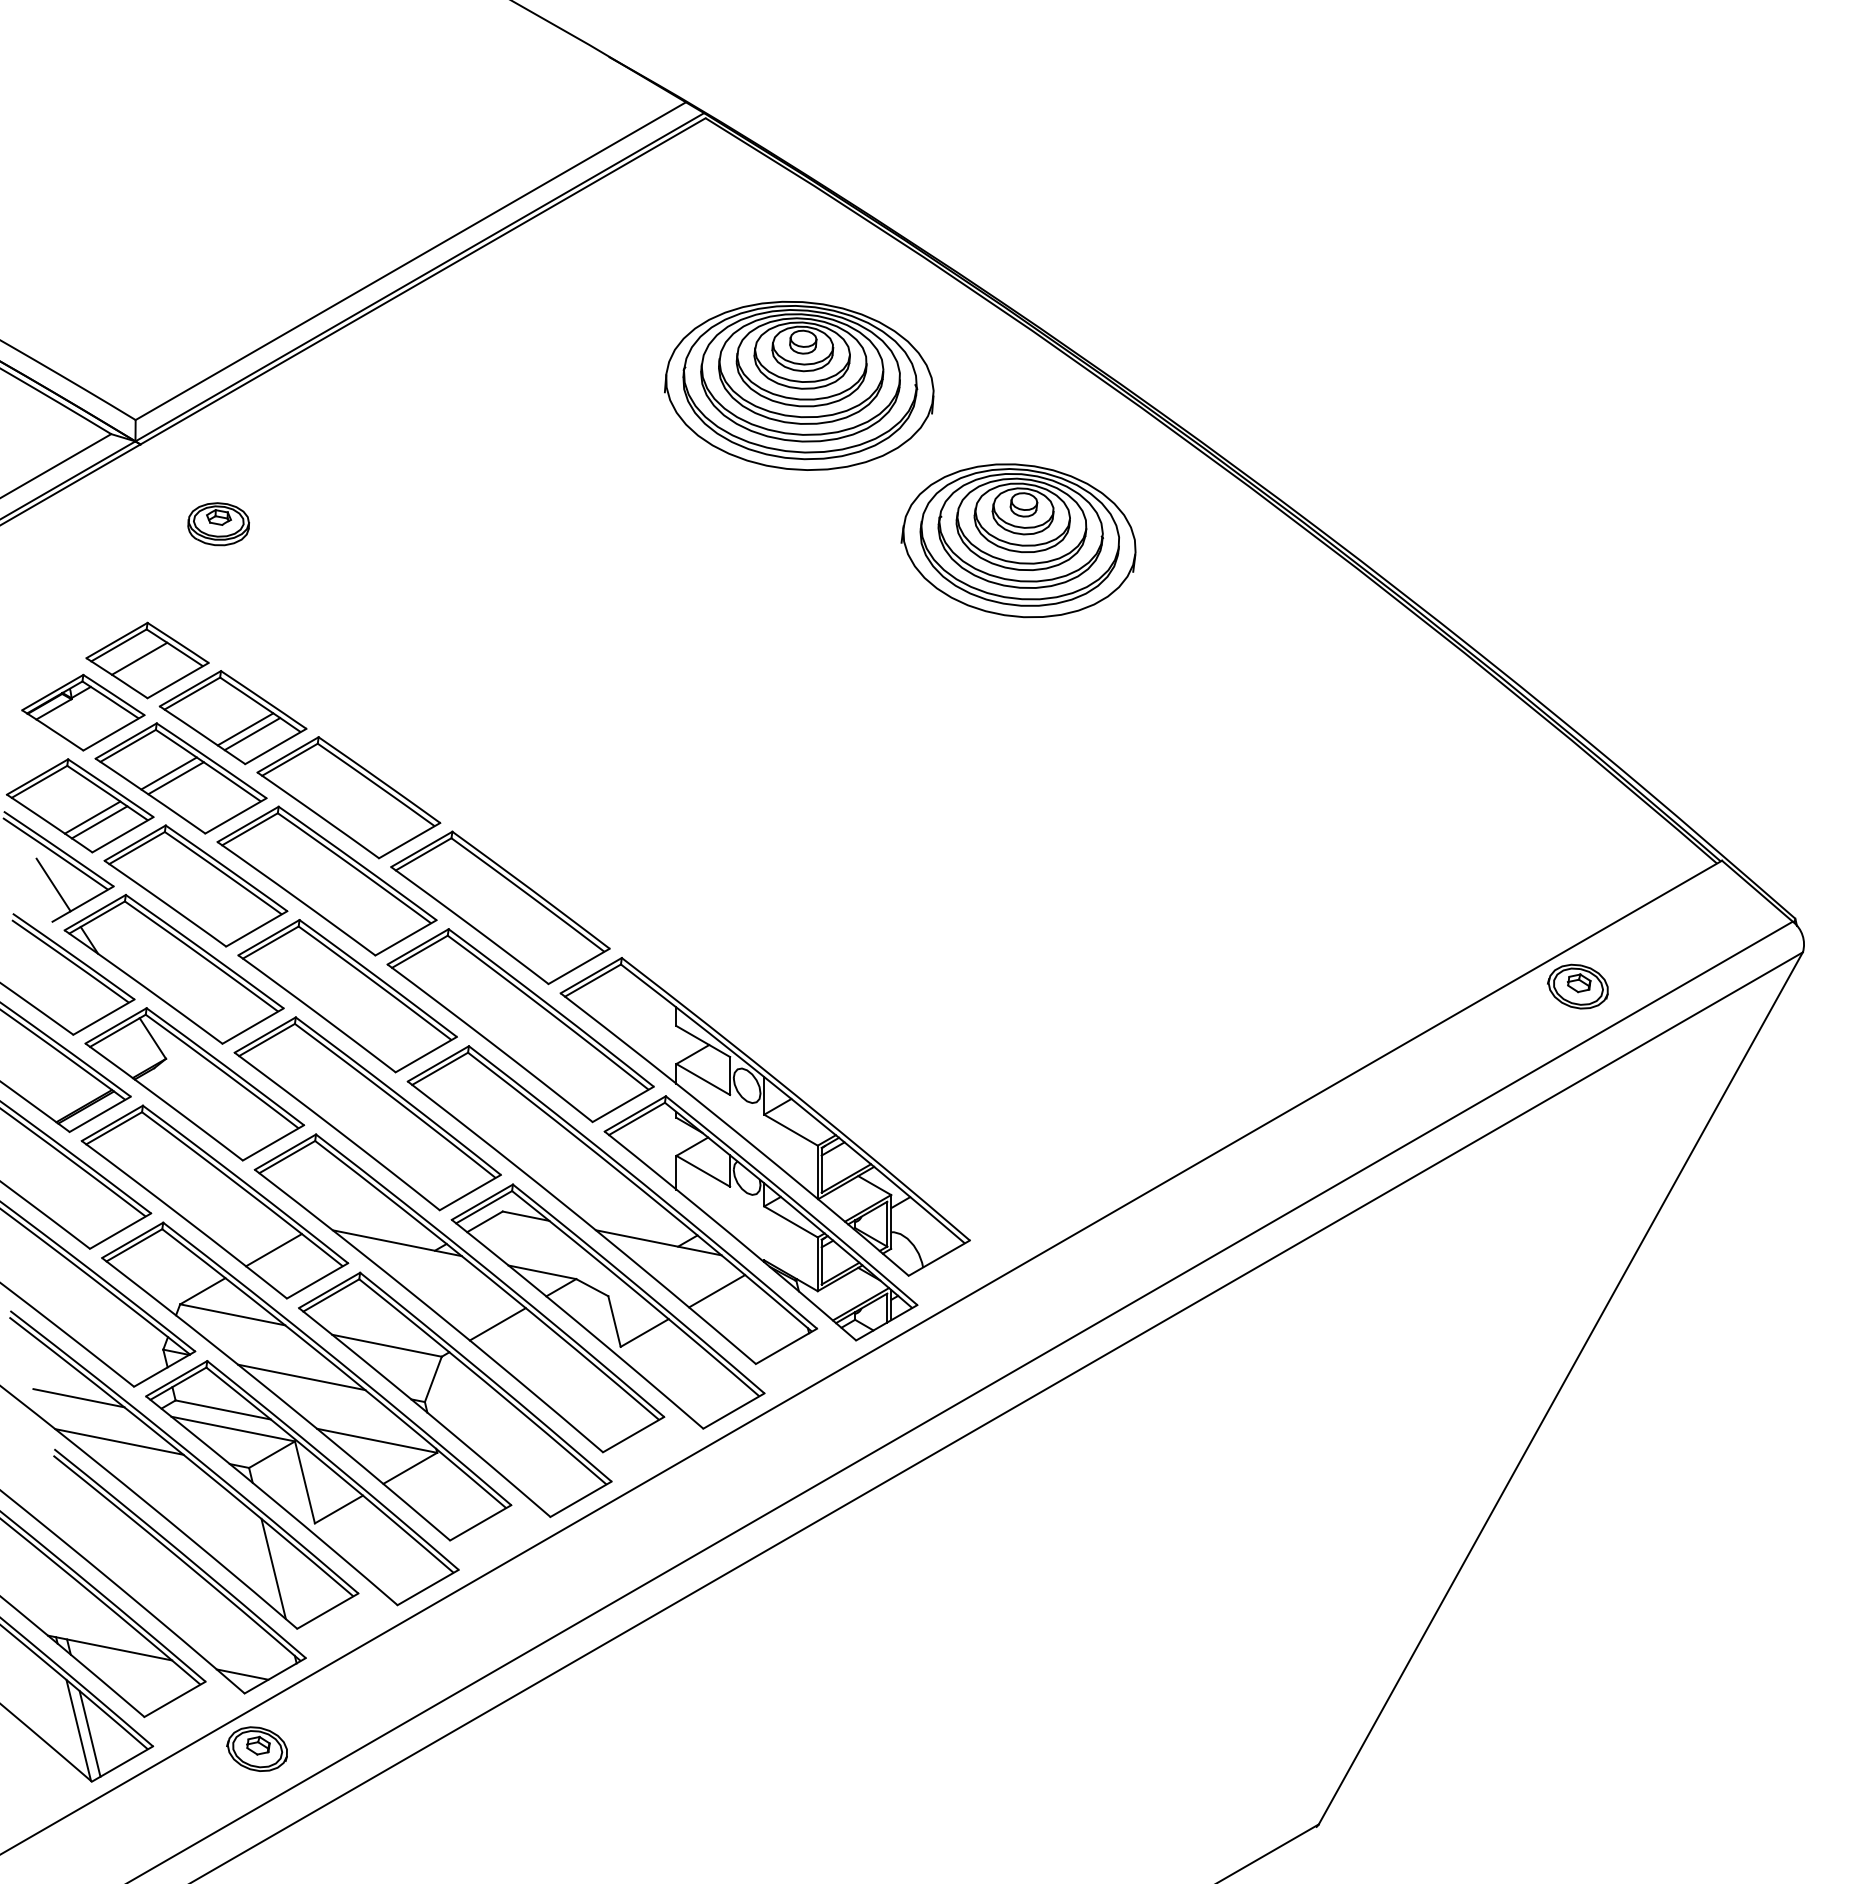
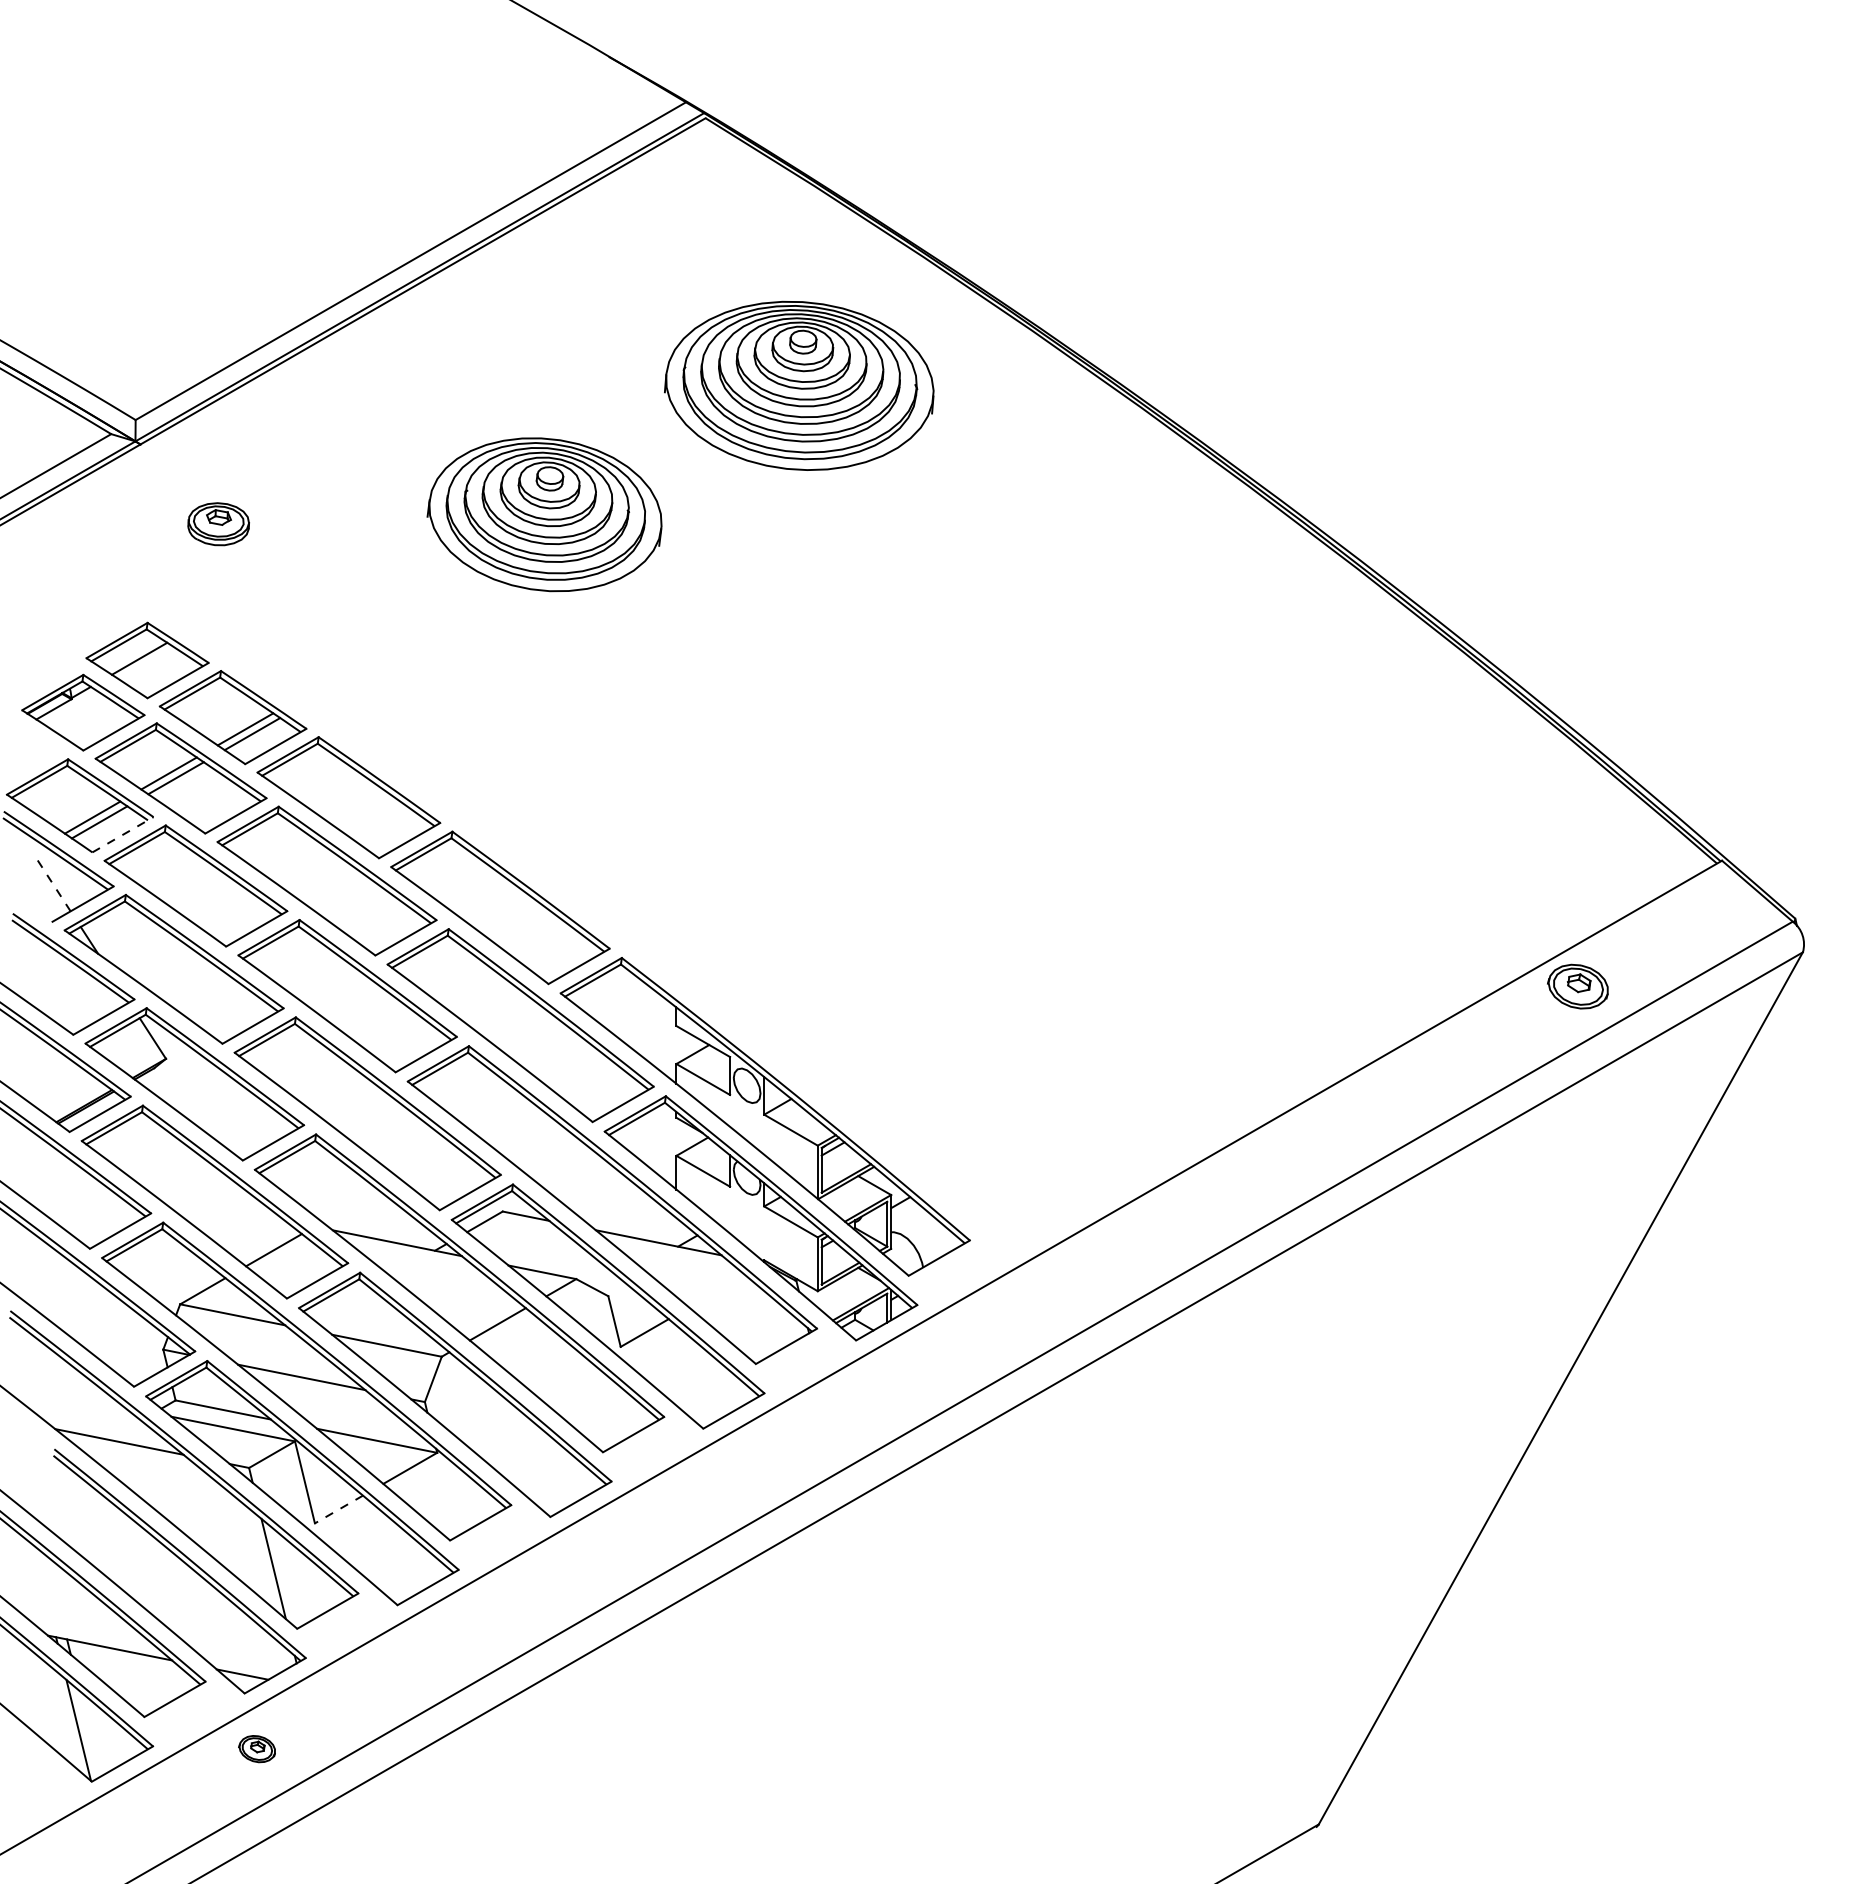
part at (1018, 540) position: (1018, 540) -> (544, 514)
line at (123, 834): solid -> dashed
line at (53, 884): solid -> dashed
line at (717, 1291): present -> none
line at (78, 1398): present -> none
line at (338, 1509): solid -> dashed
line at (89, 1733): present -> none
part at (256, 1748) size: 62x46 px -> 38x29 px
